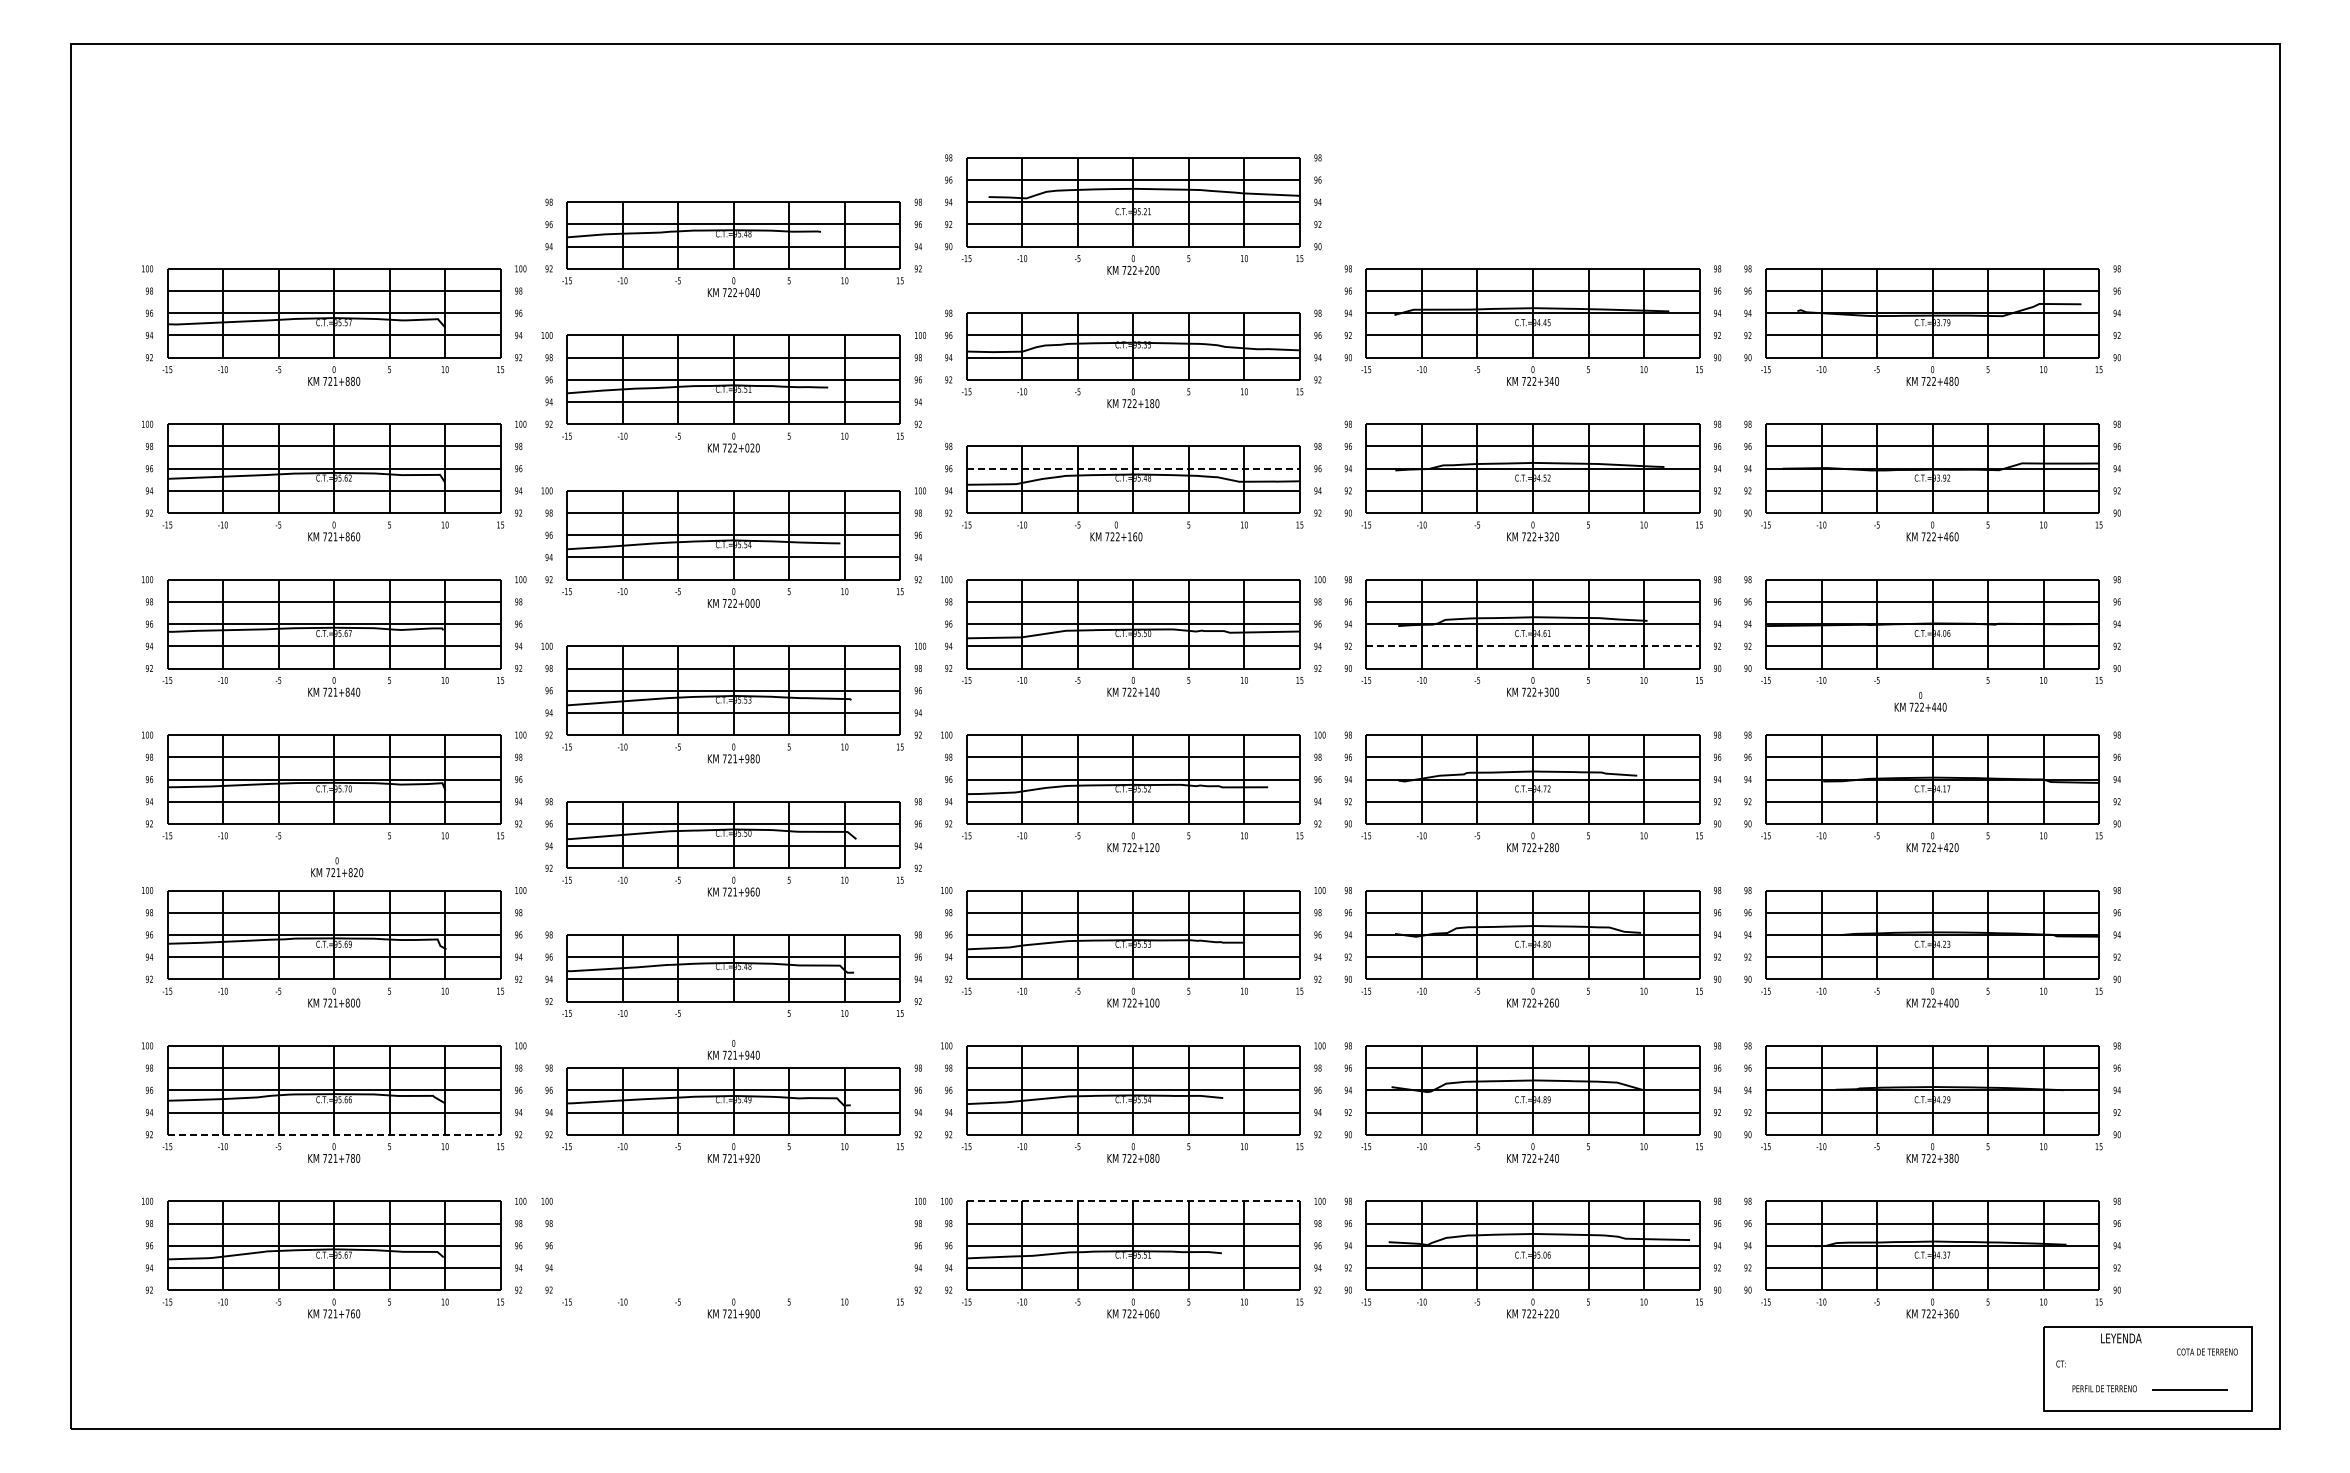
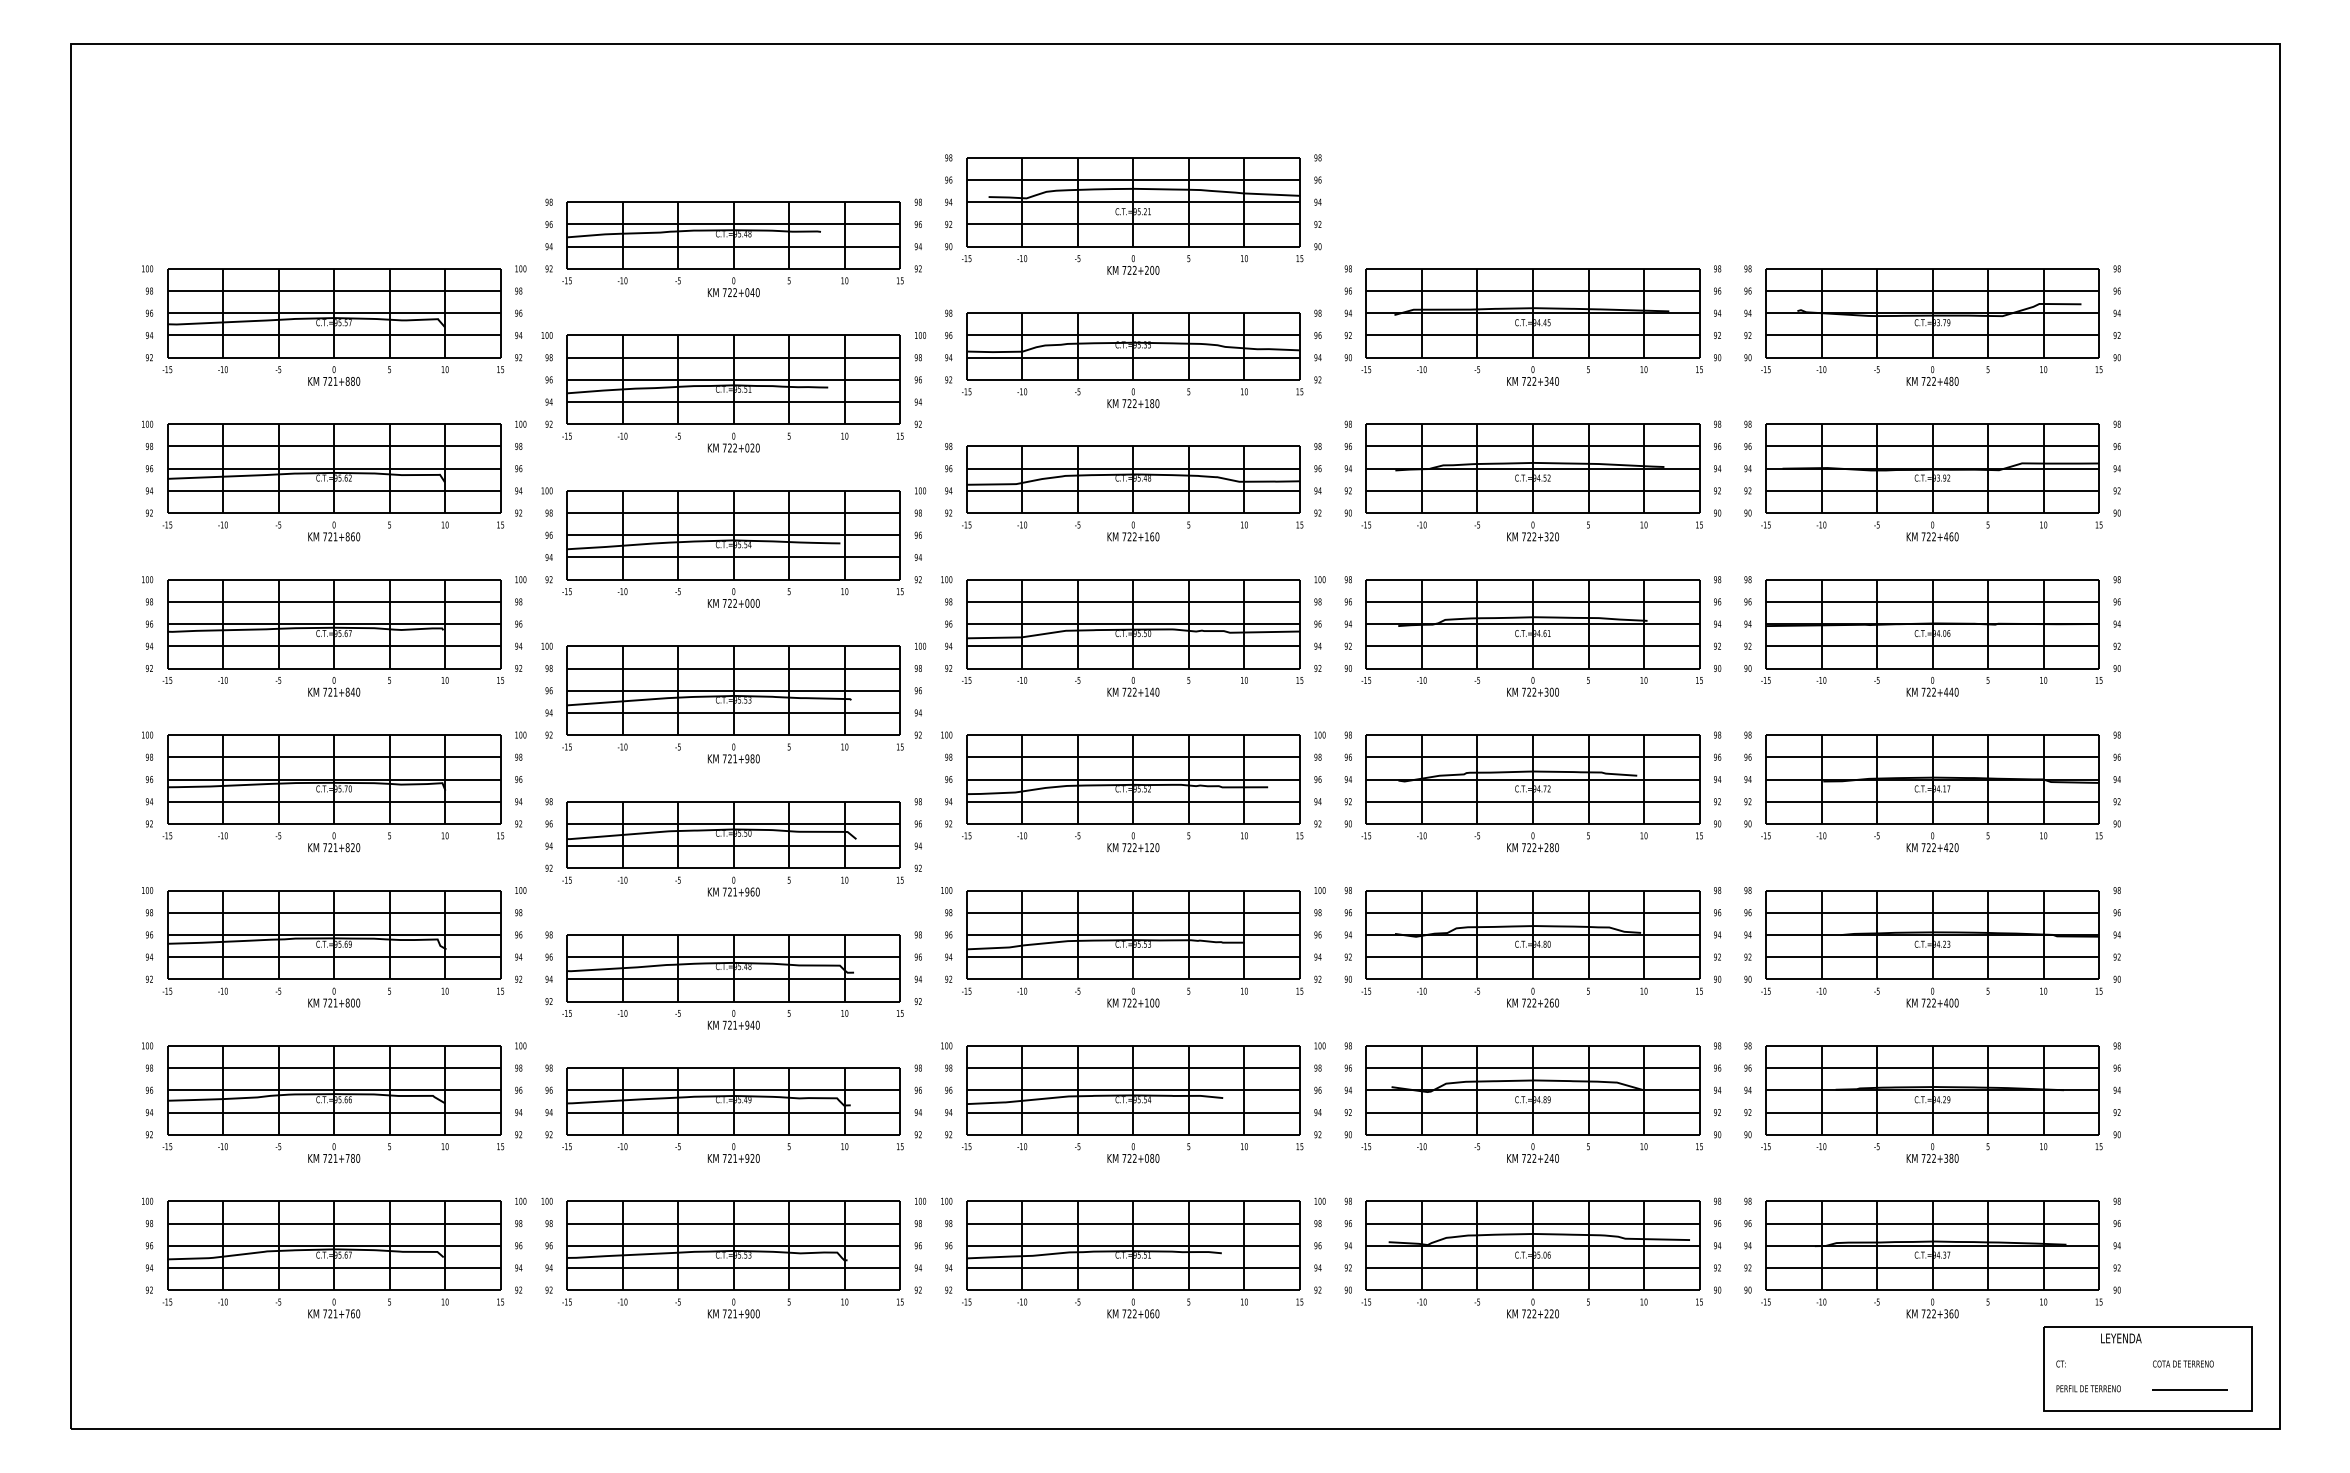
line at (1133, 468): dashed -> solid
text at (1116, 531) position: (1116, 531) -> (1133, 531)
line at (1532, 646): dashed -> solid
text at (1920, 701) position: (1920, 701) -> (1932, 686)
text at (337, 867) position: (337, 867) -> (334, 842)
text at (733, 1049) position: (733, 1049) -> (733, 1019)
line at (334, 1134): dashed -> solid
line at (1133, 1201): dashed -> solid
part at (733, 1245): none -> present
text at (2207, 1351) position: (2207, 1351) -> (2183, 1363)
text at (2104, 1388) position: (2104, 1388) -> (2088, 1388)
